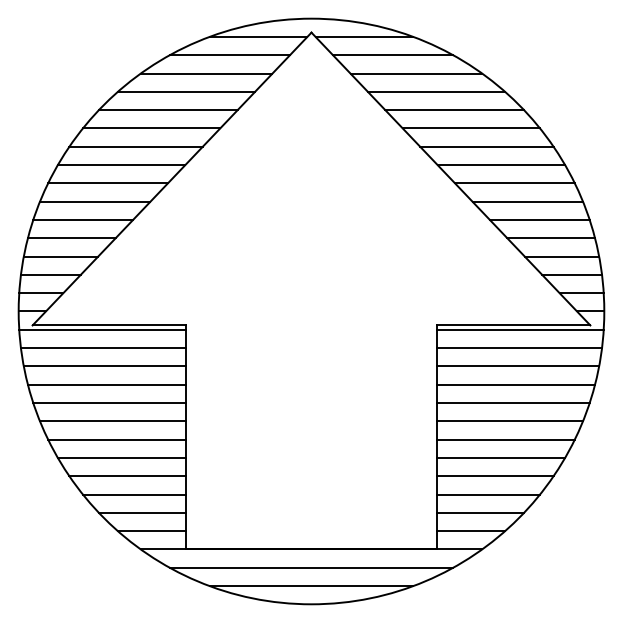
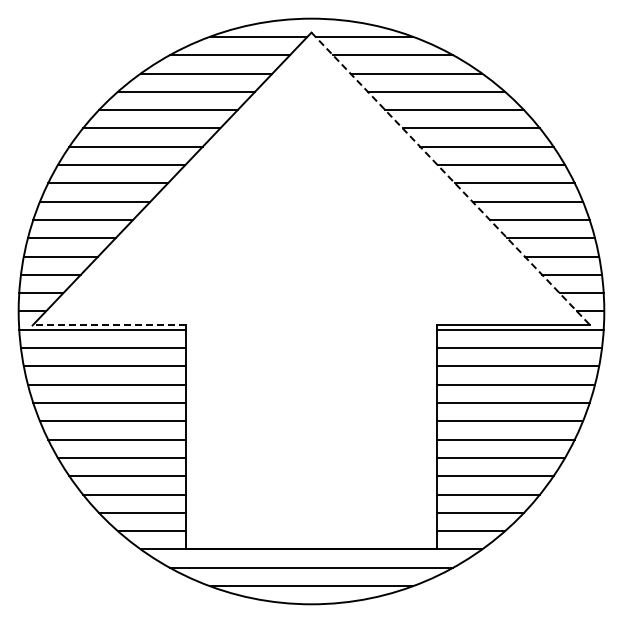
line at (451, 179): solid -> dashed
line at (109, 325): solid -> dashed
